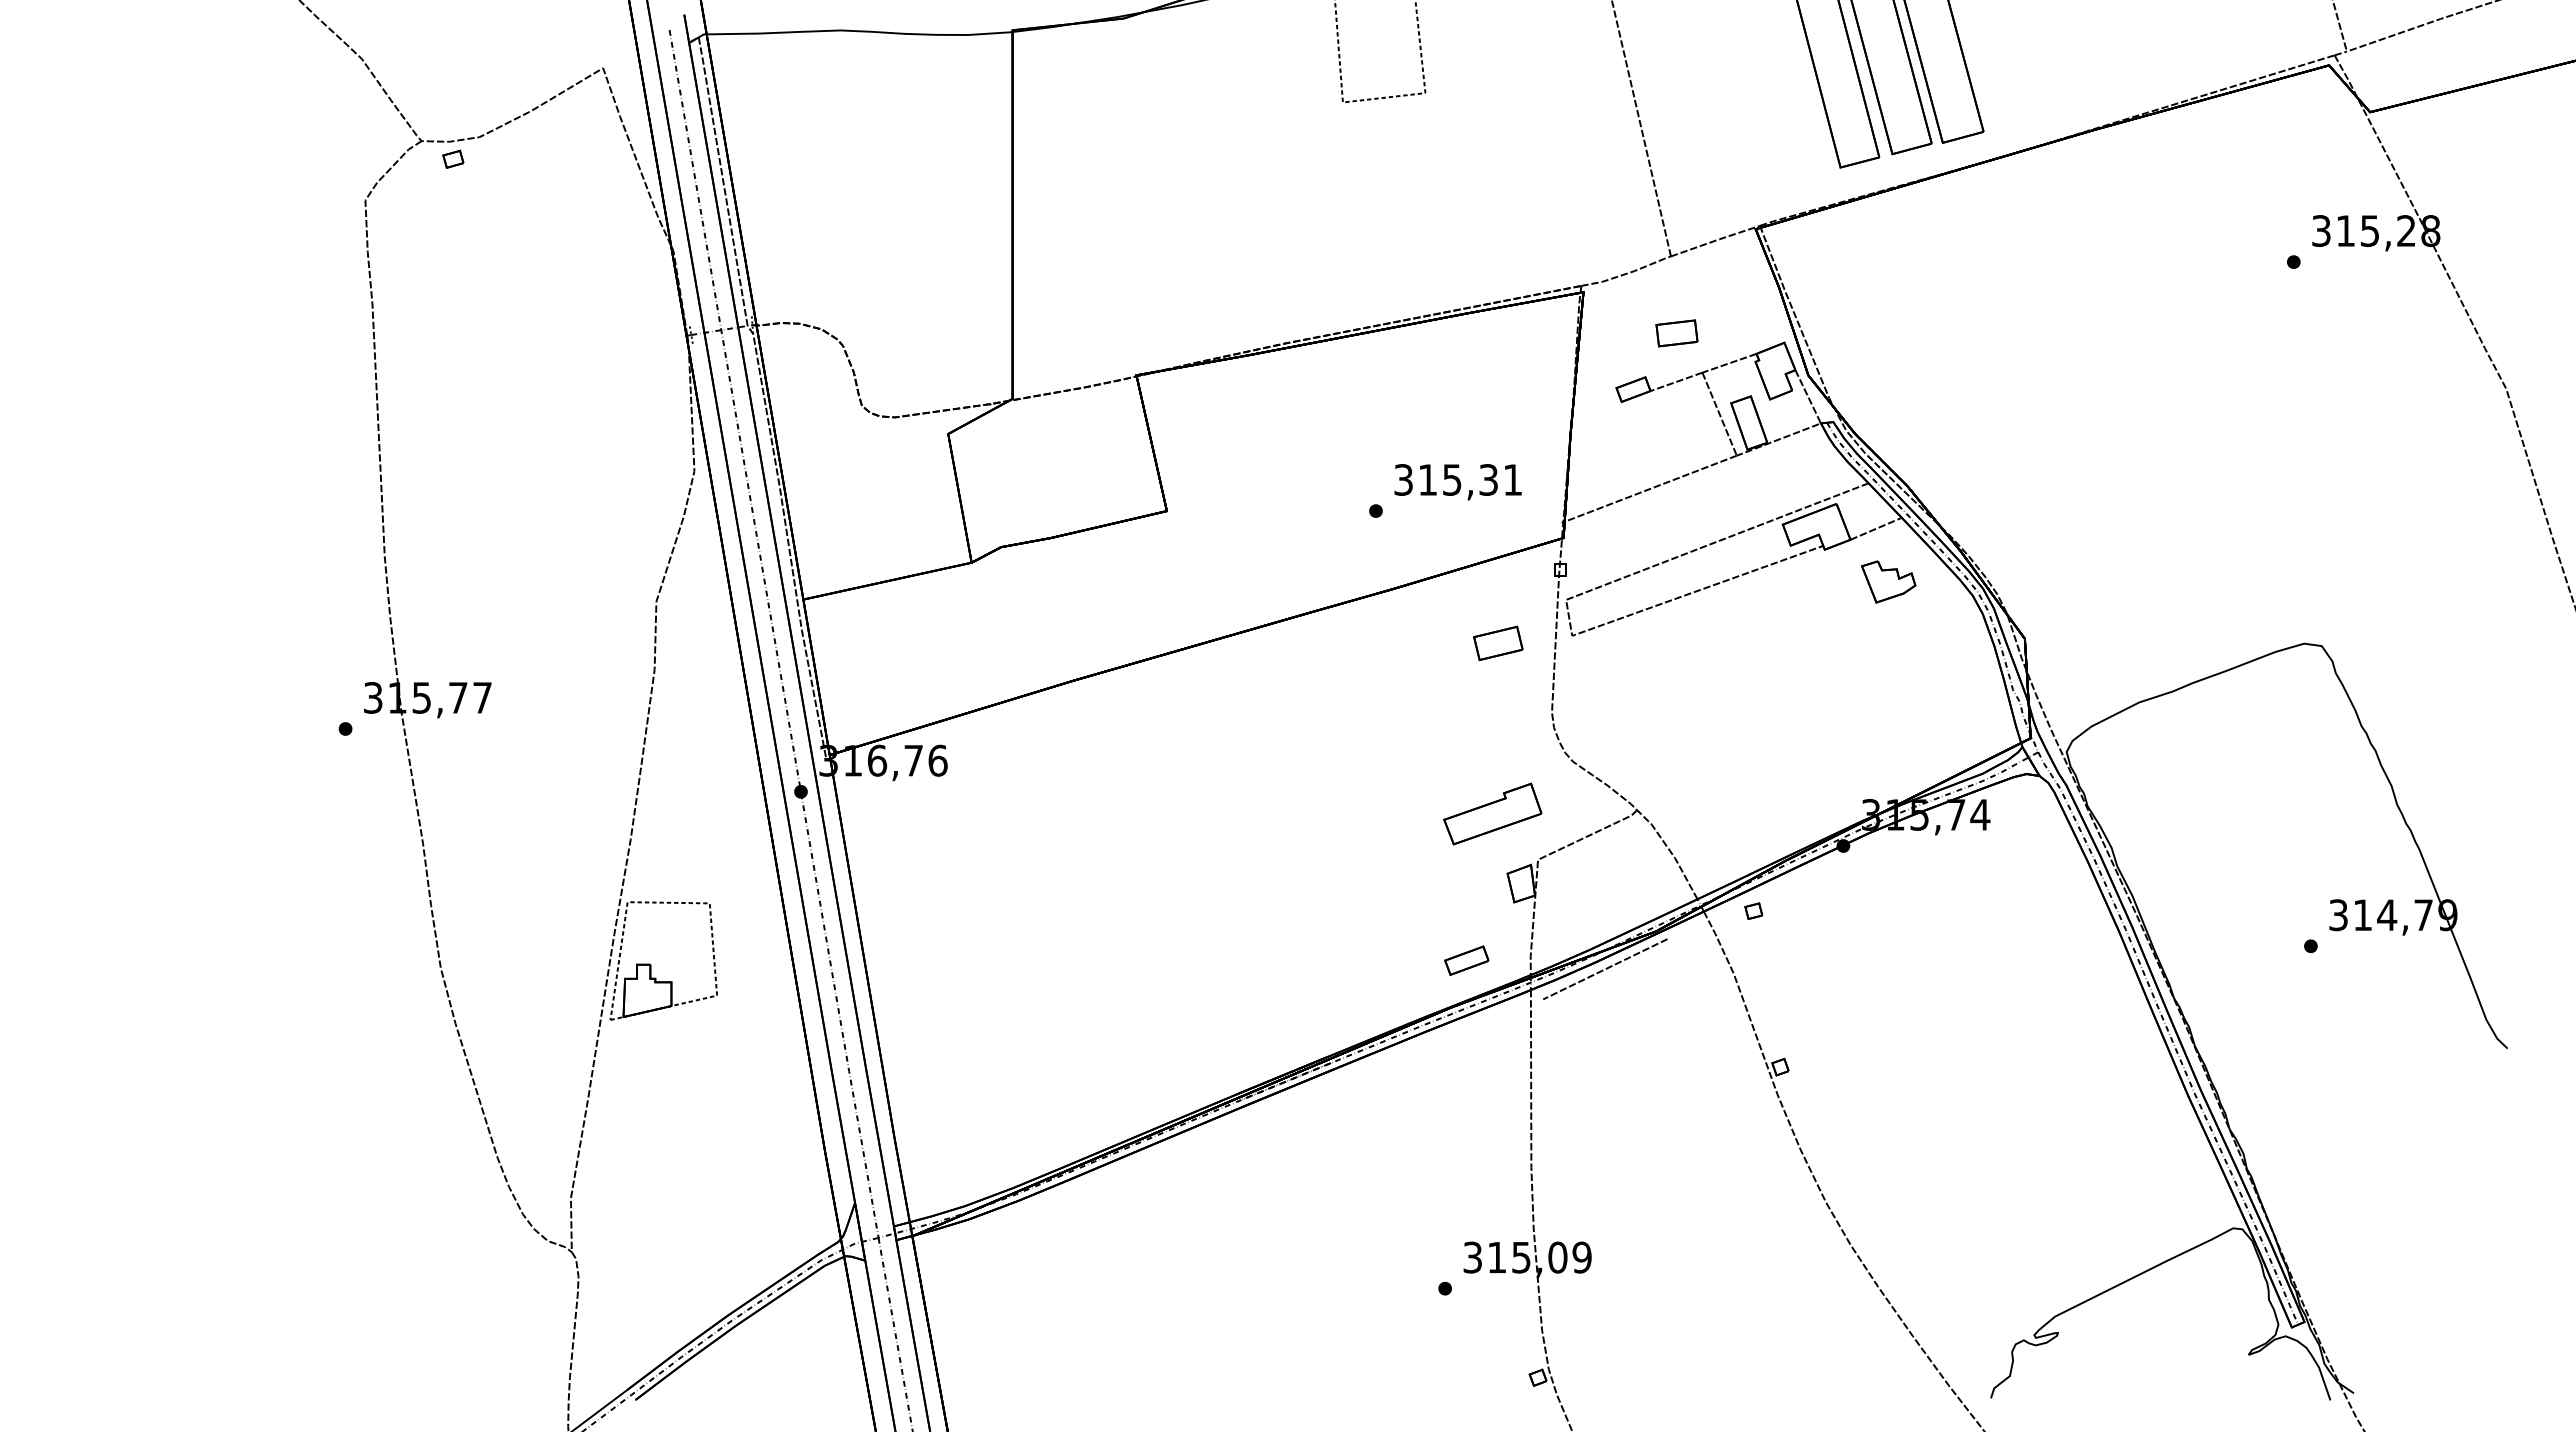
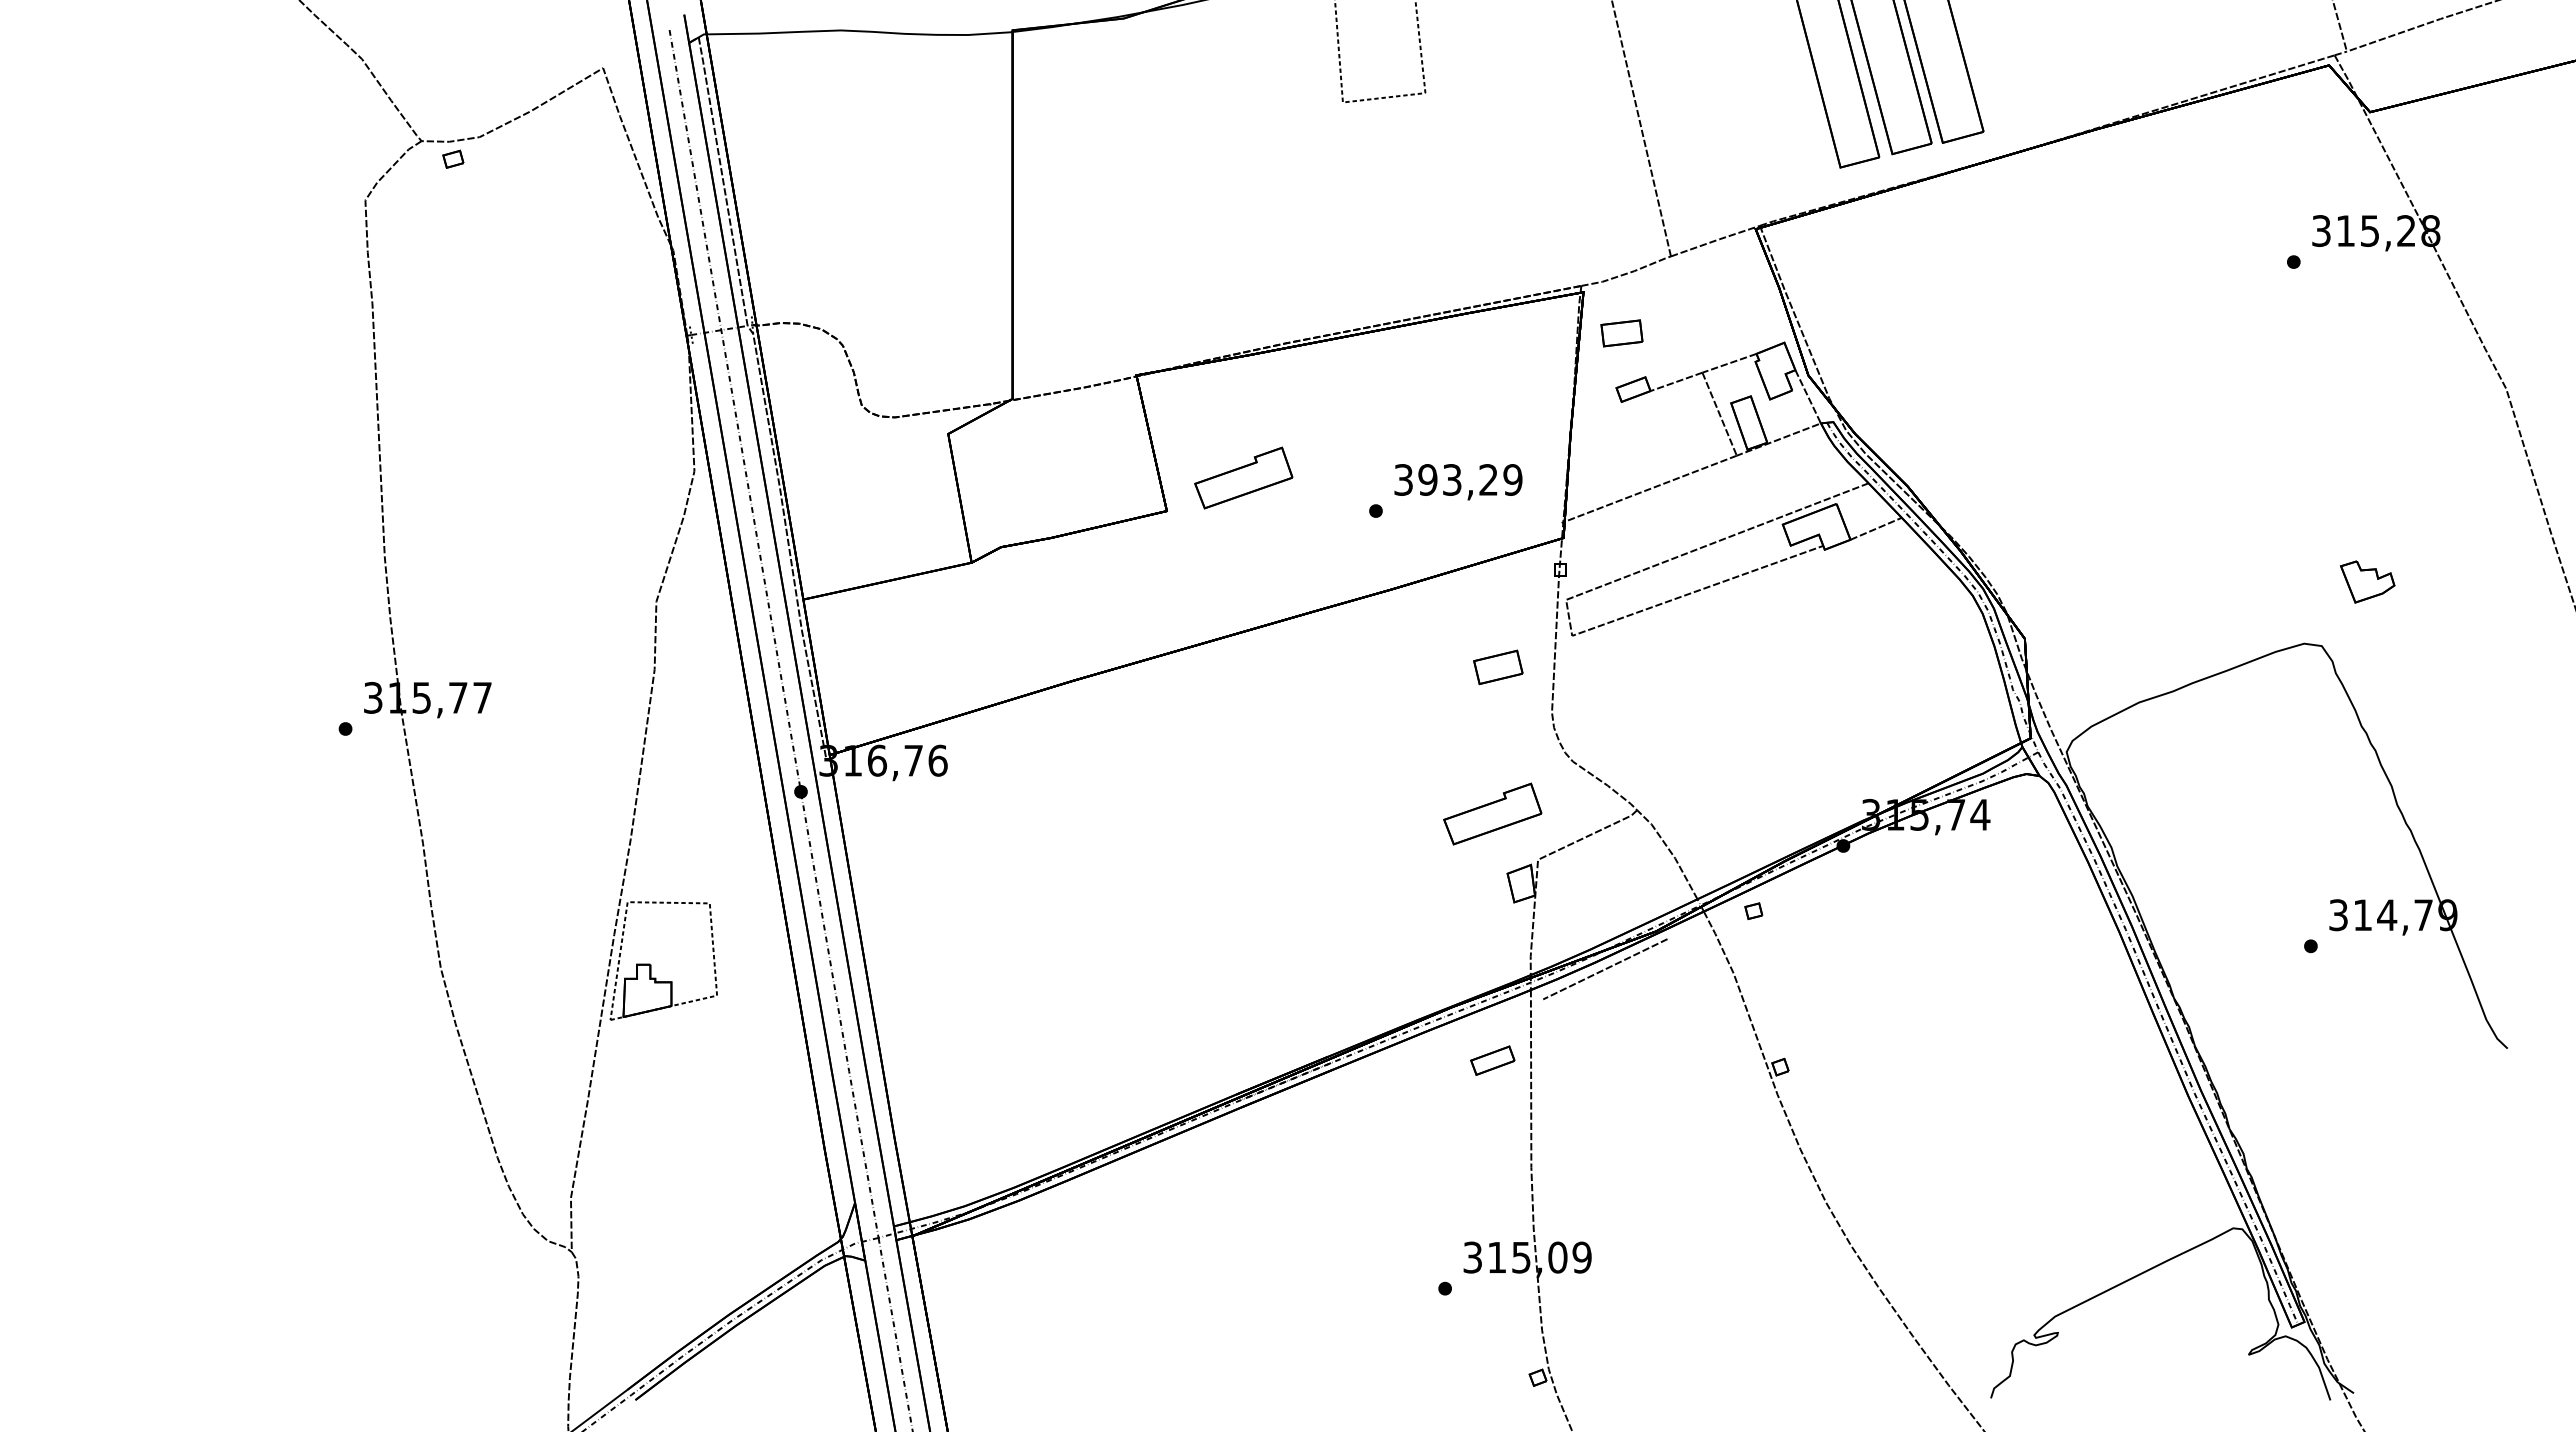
part at (1676, 333) position: (1676, 333) -> (1621, 333)
part at (1243, 477): none -> present
text at (1470, 479): 315,31 -> 393,29
part at (1888, 581) position: (1888, 581) -> (2367, 581)
part at (1498, 643) position: (1498, 643) -> (1498, 667)
part at (1466, 960) position: (1466, 960) -> (1492, 1060)
